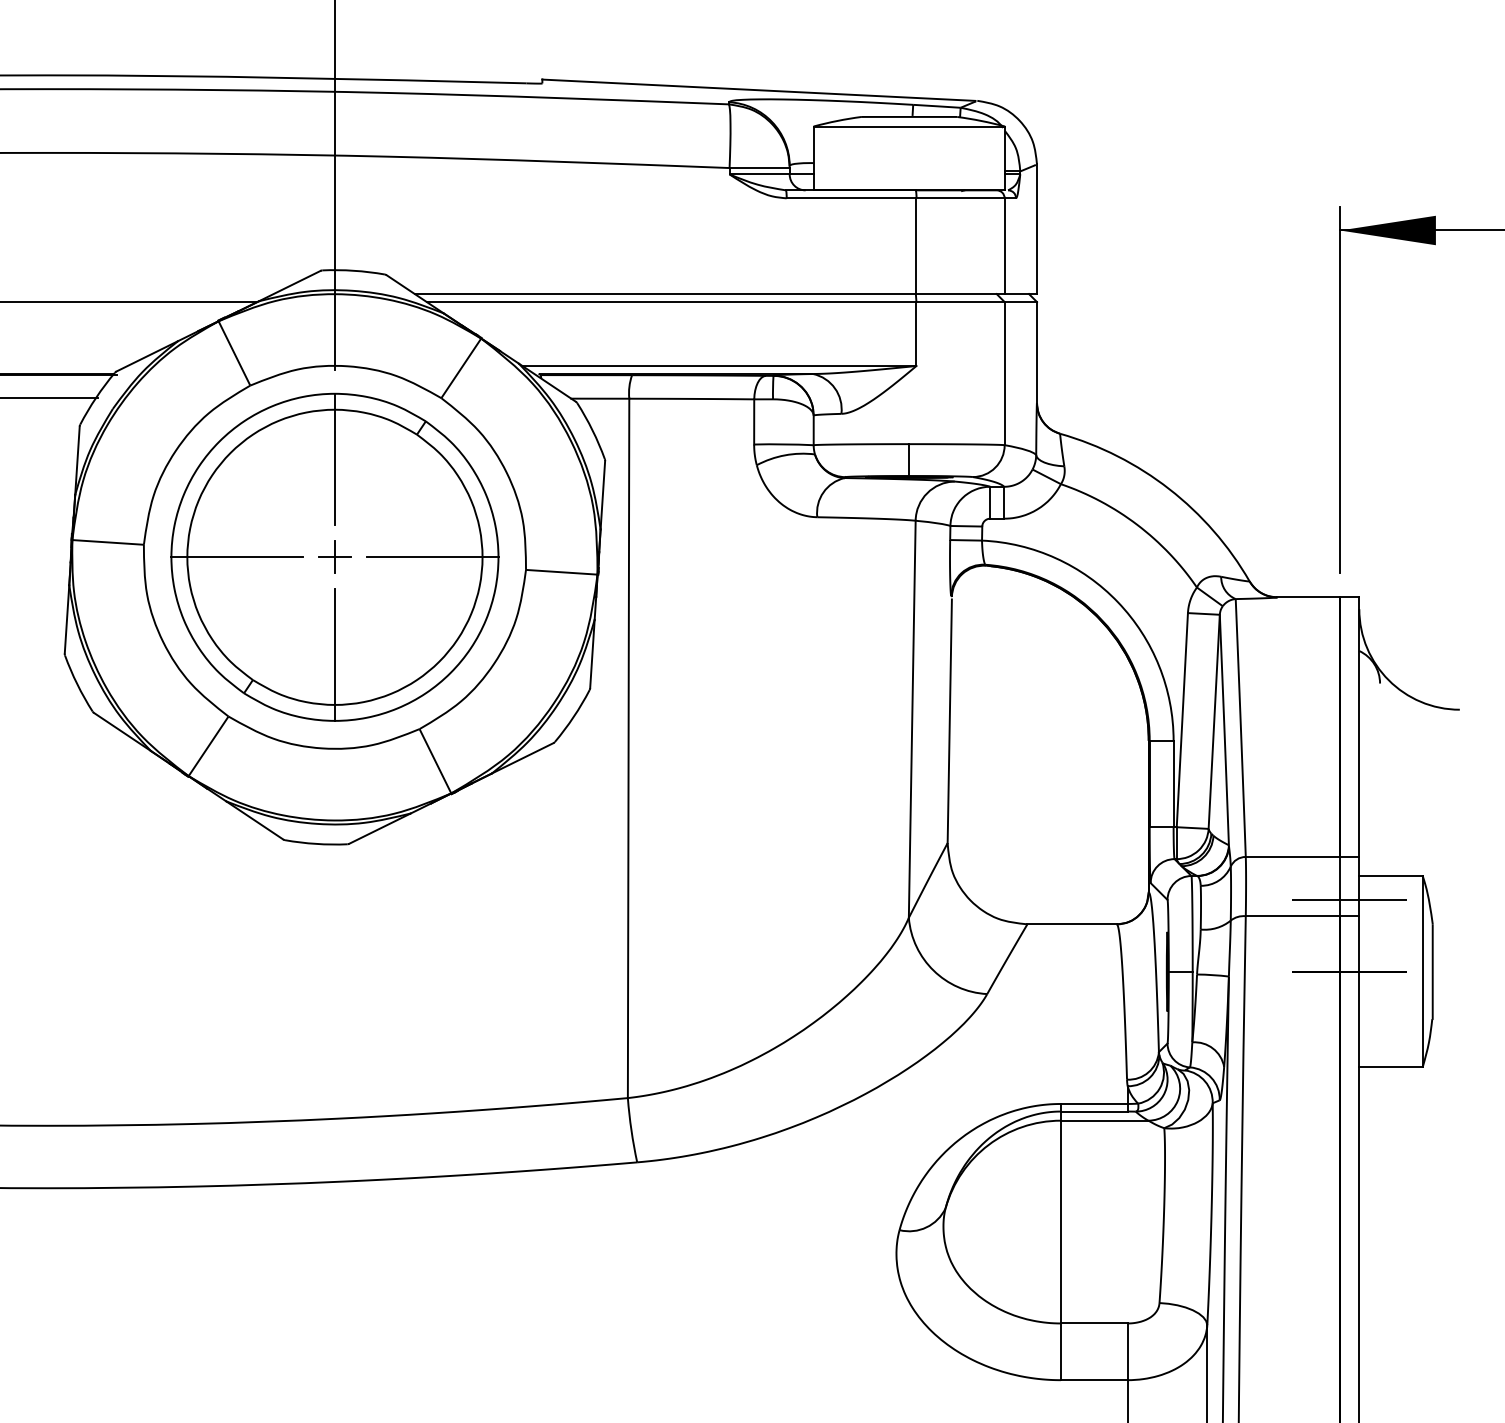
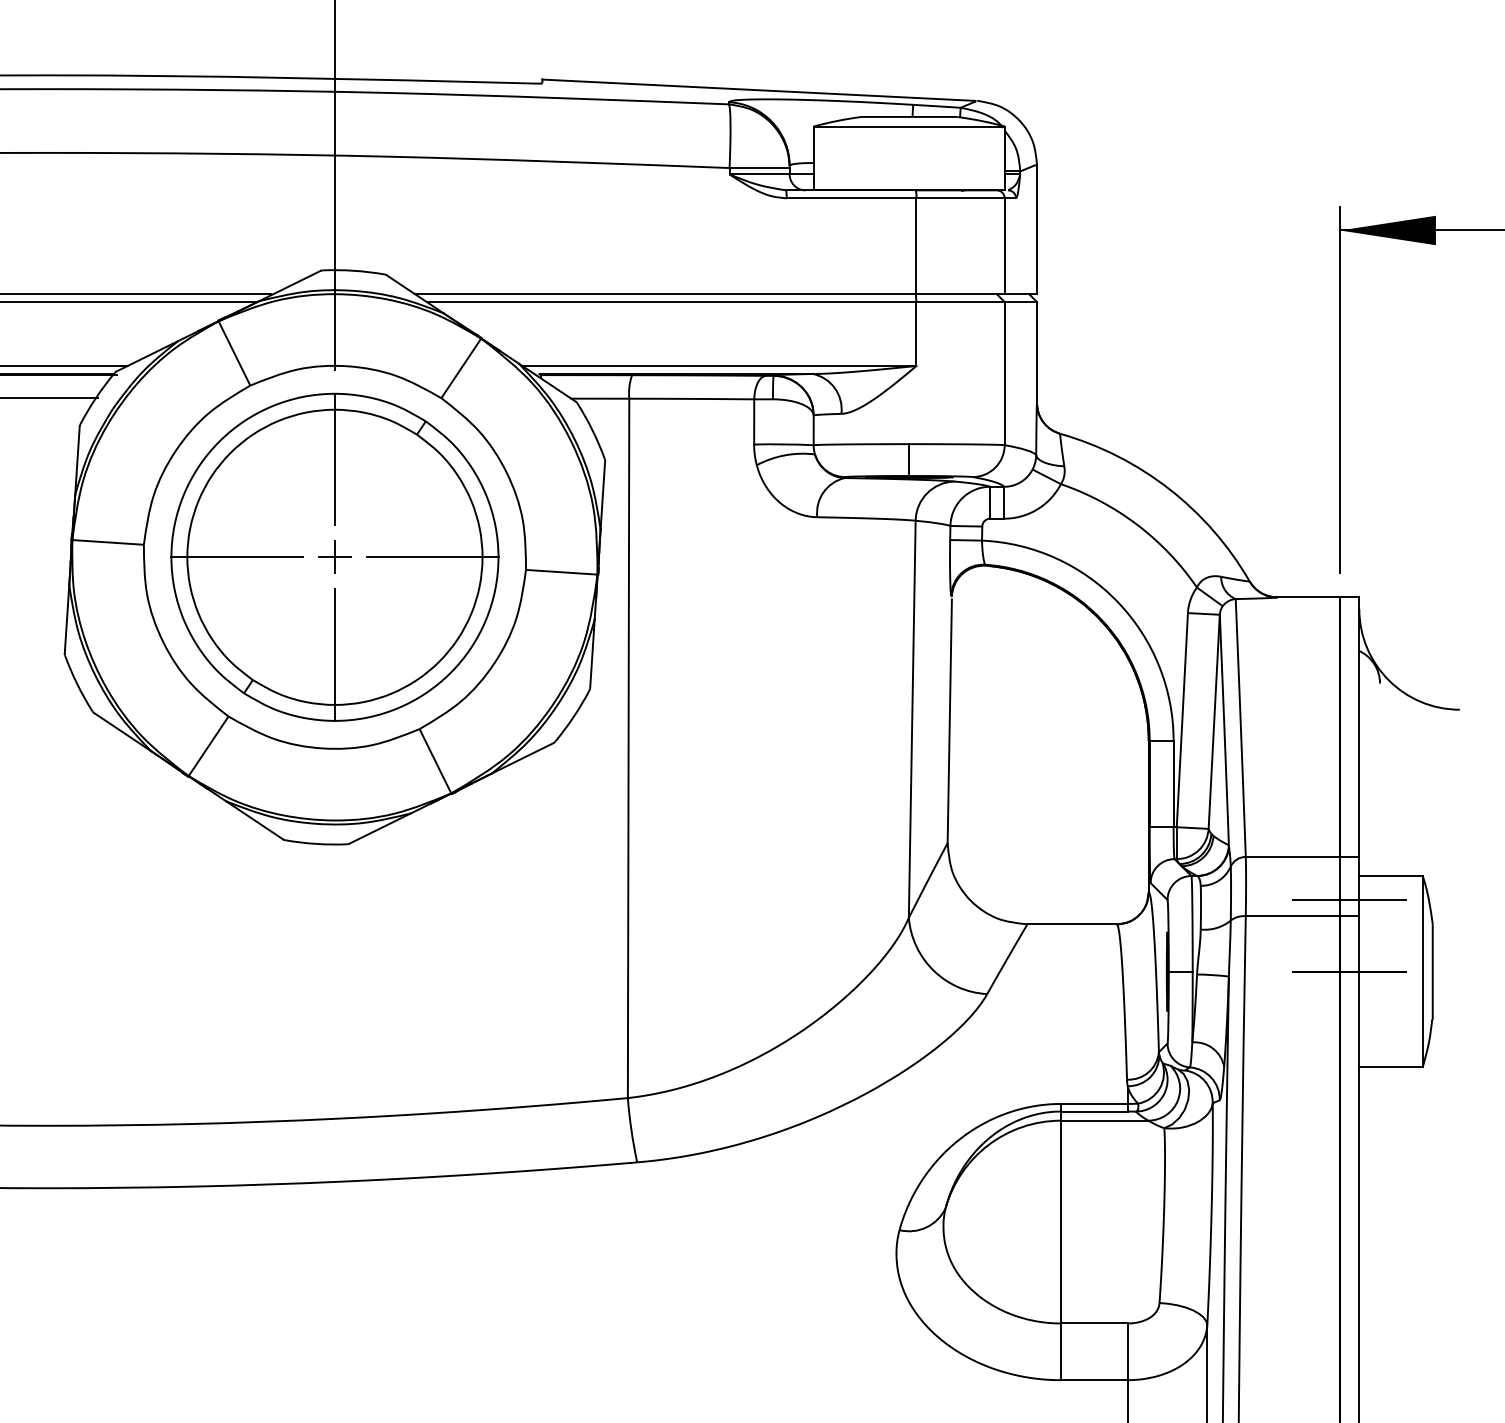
line at (136, 294): none -> present
line at (64, 366): none -> present
